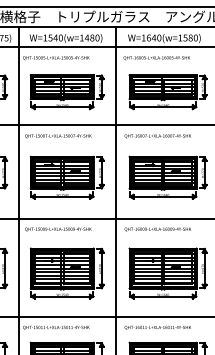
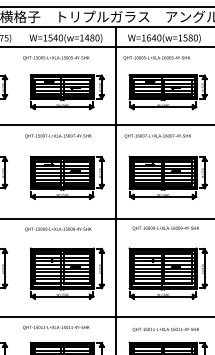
line at (19, 189): present -> none
text at (157, 229) position: (157, 229) -> (165, 228)
text at (157, 327) position: (157, 327) -> (165, 329)
